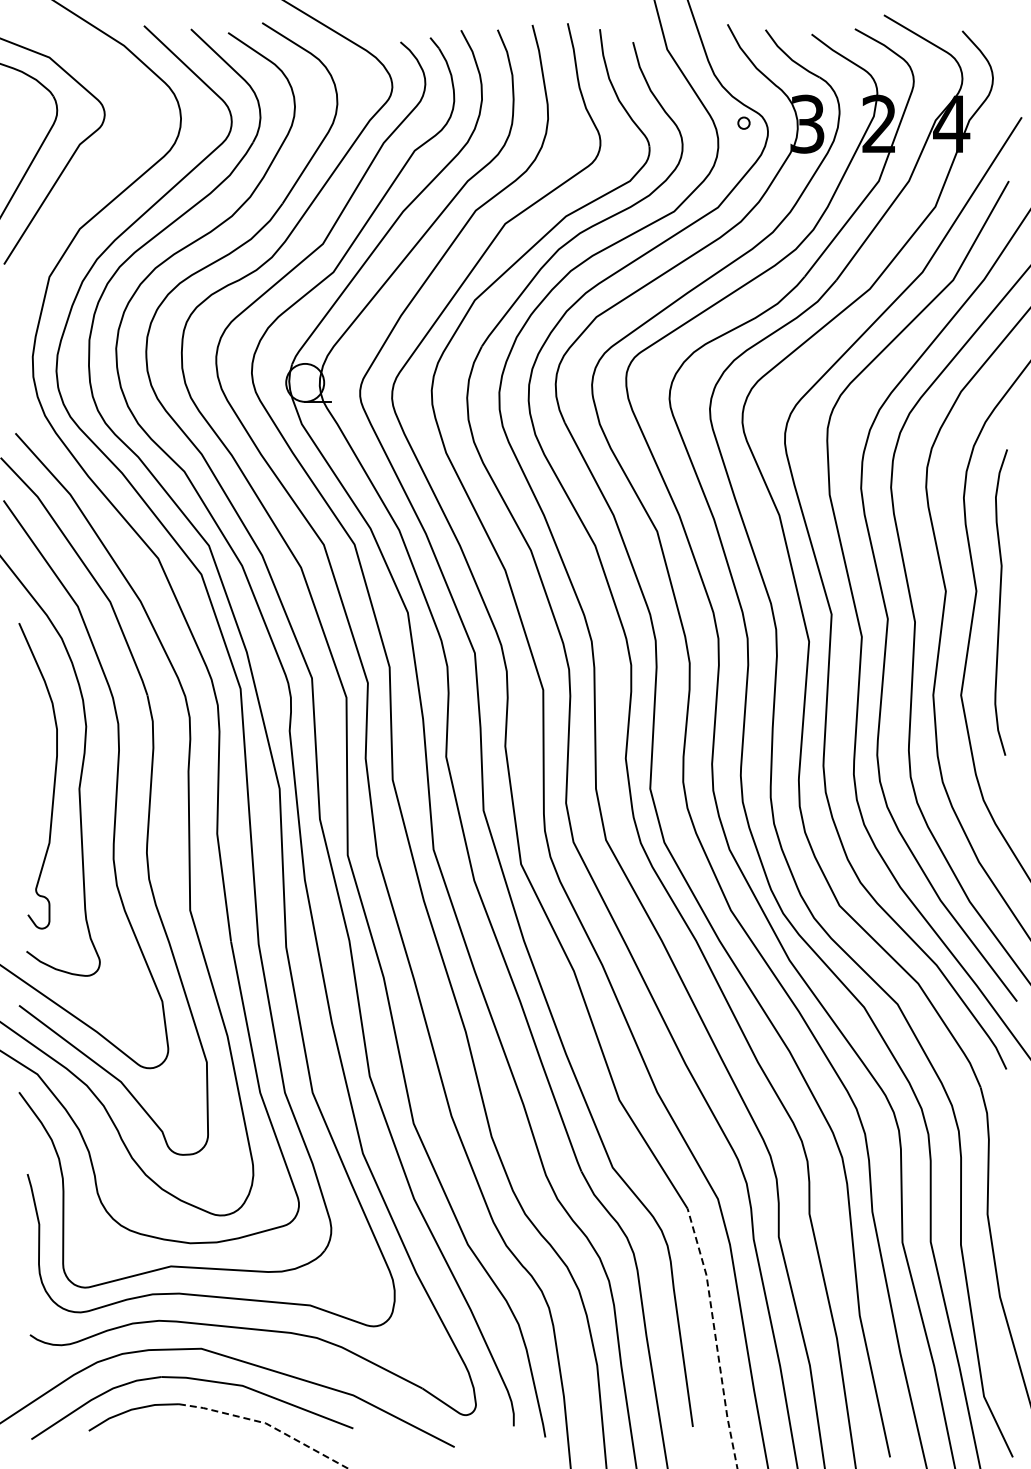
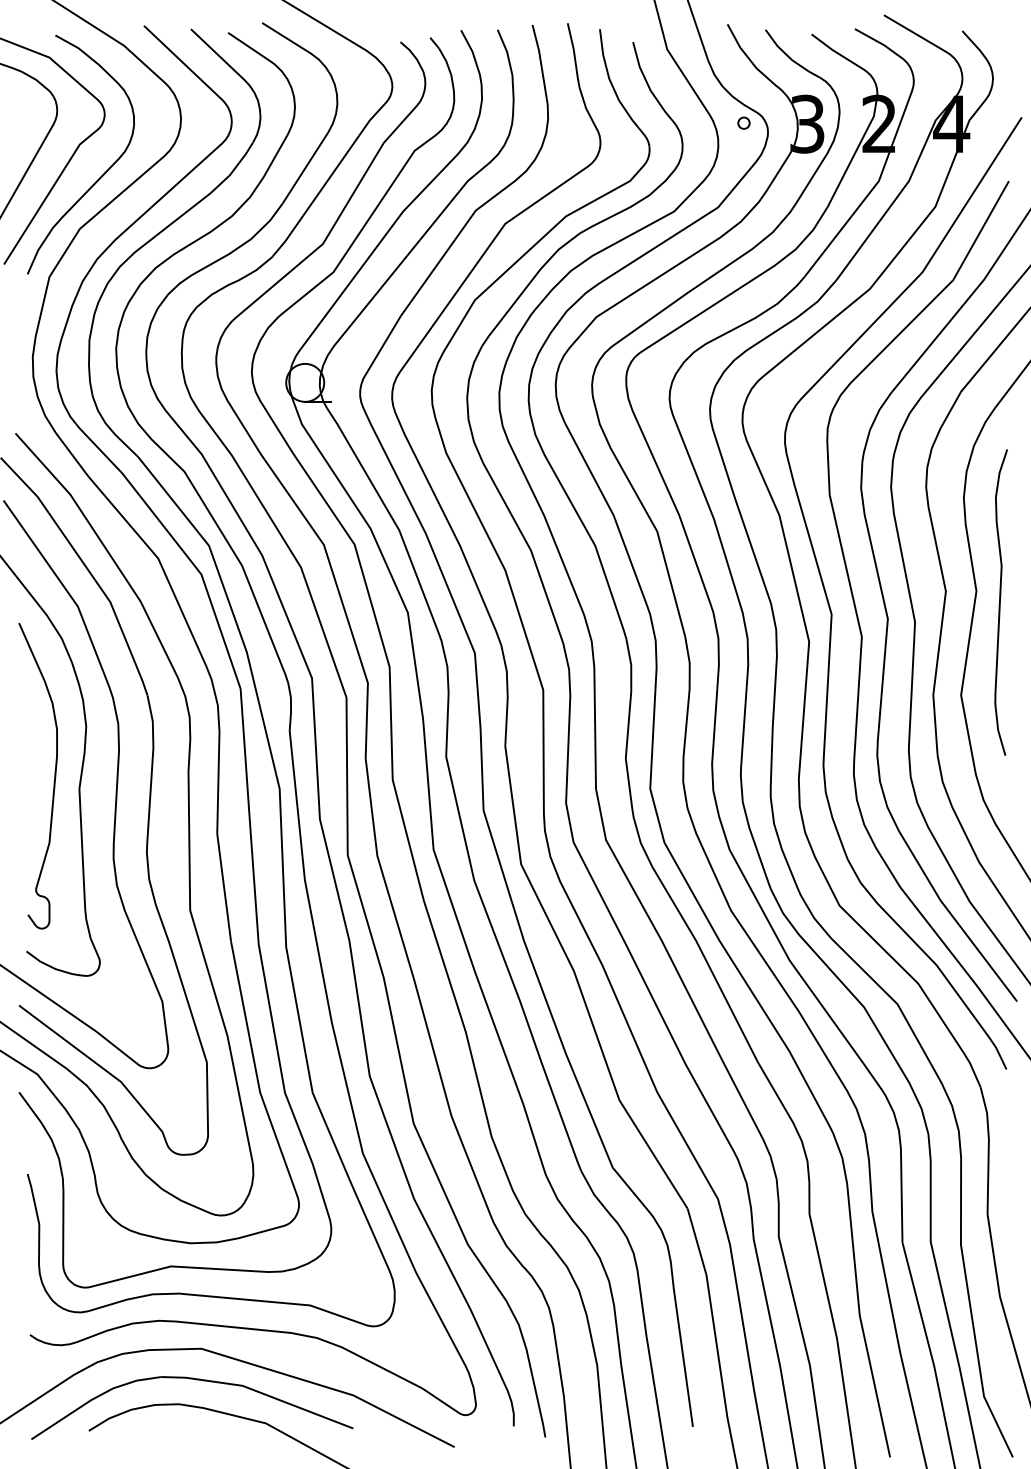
curve at (101, 175): none -> present
line at (715, 1336): dashed -> solid
line at (266, 1423): dashed -> solid
